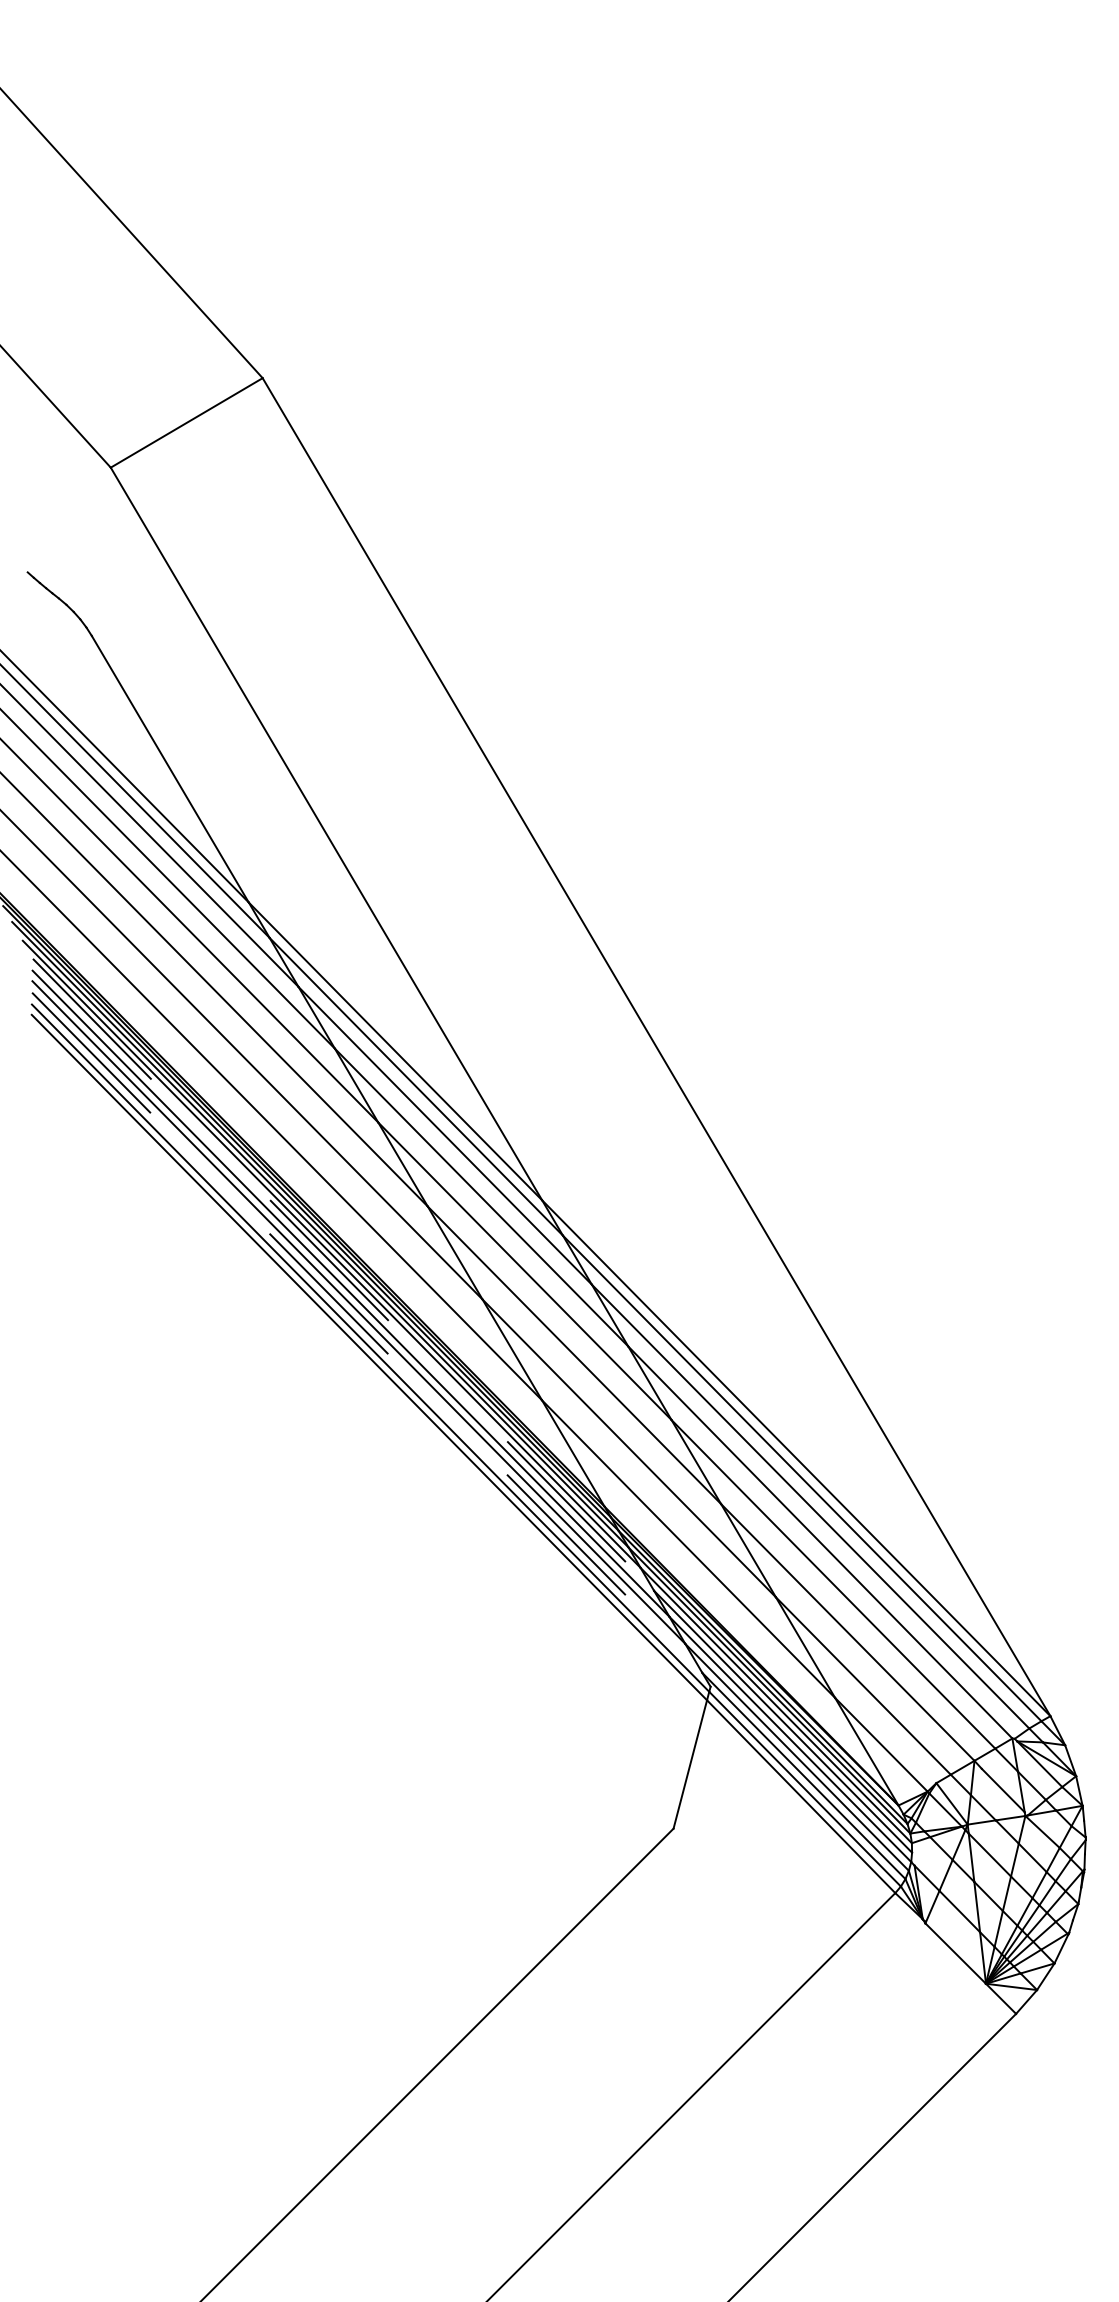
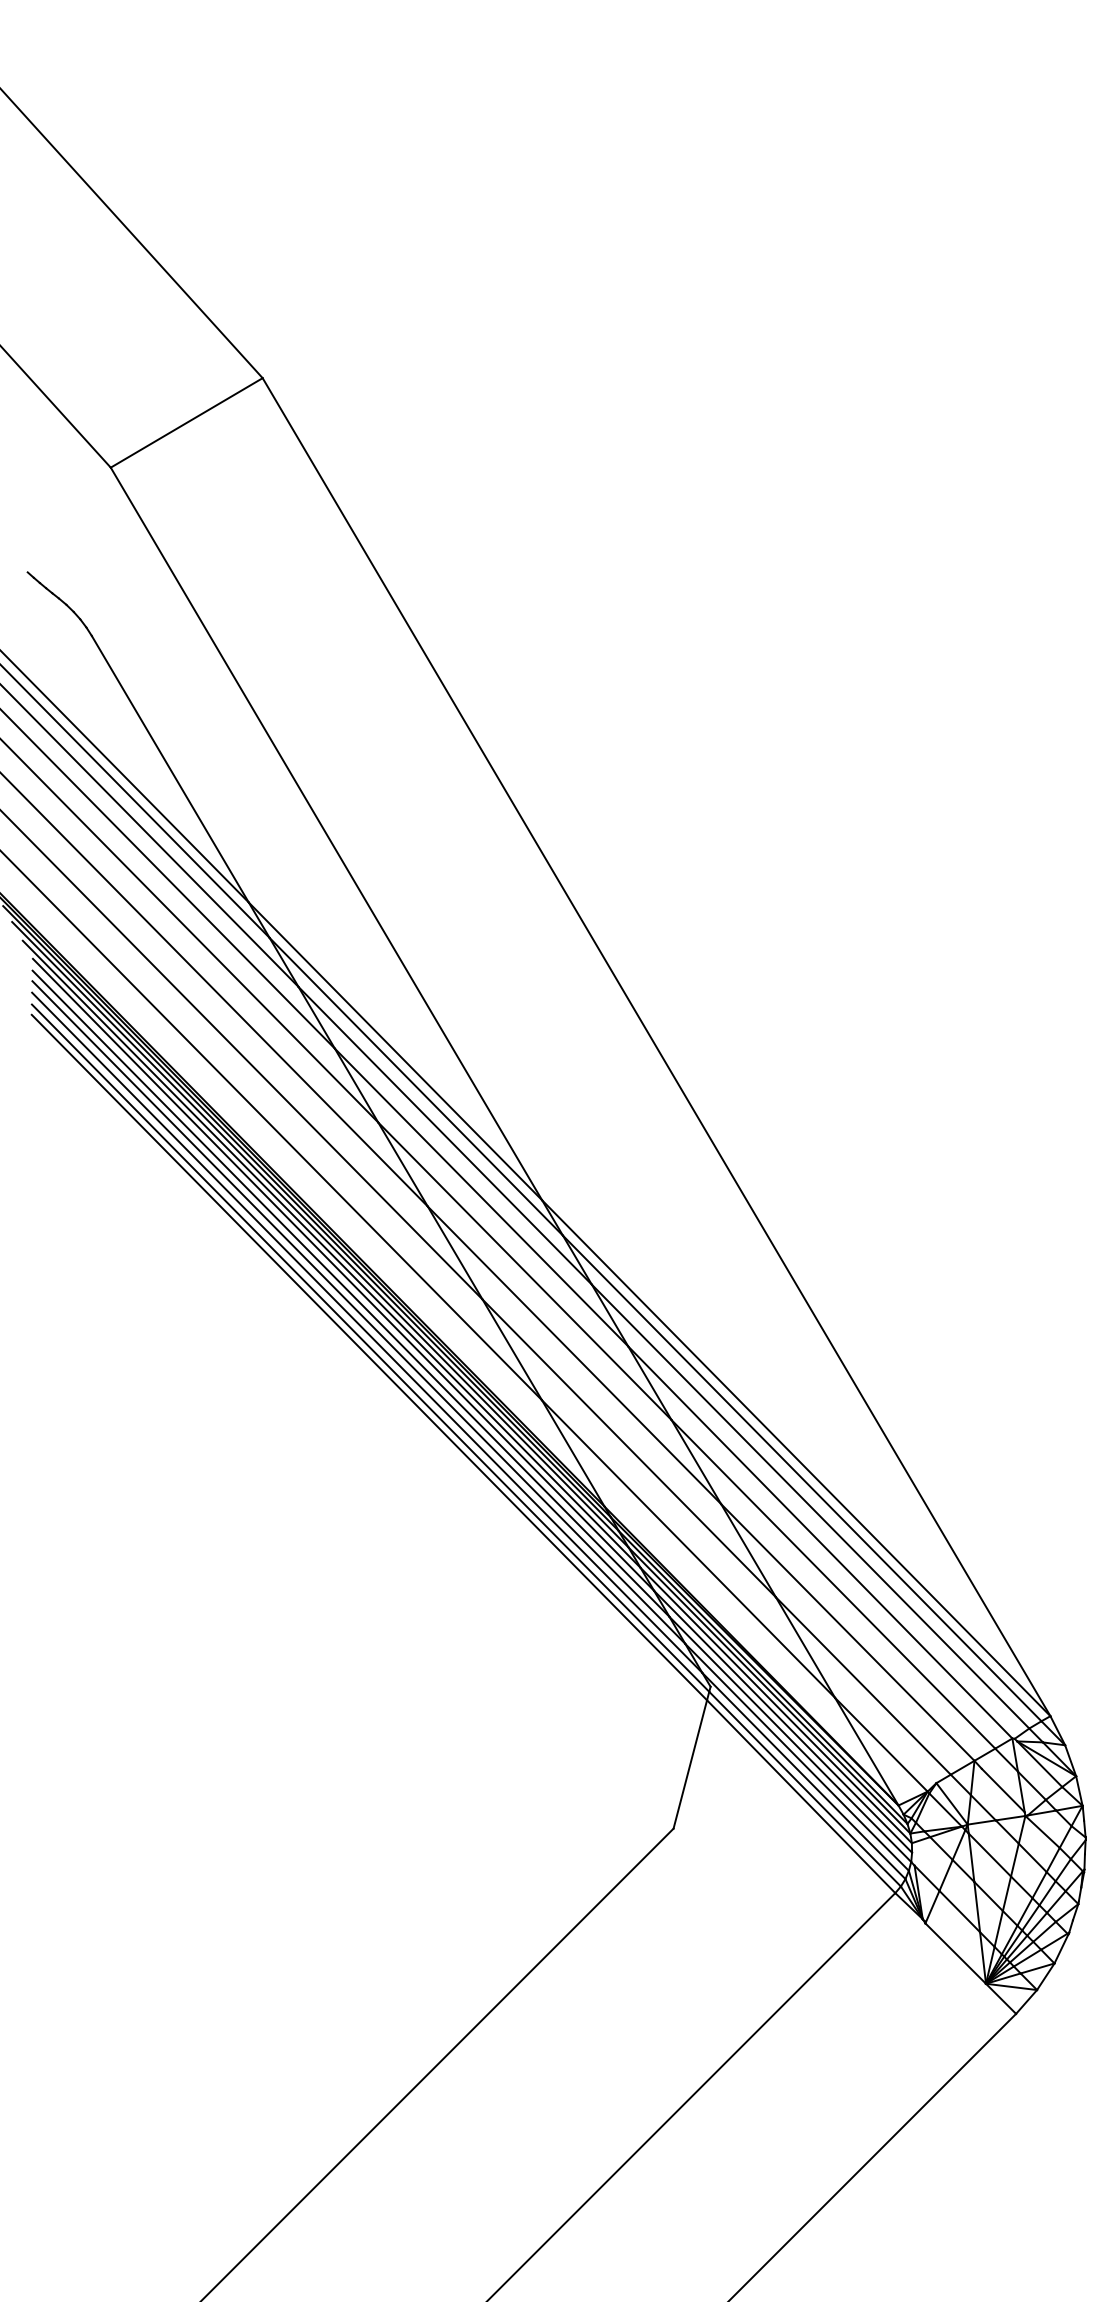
line at (343, 1275): dashed -> solid
line at (367, 1333): dashed -> solid
